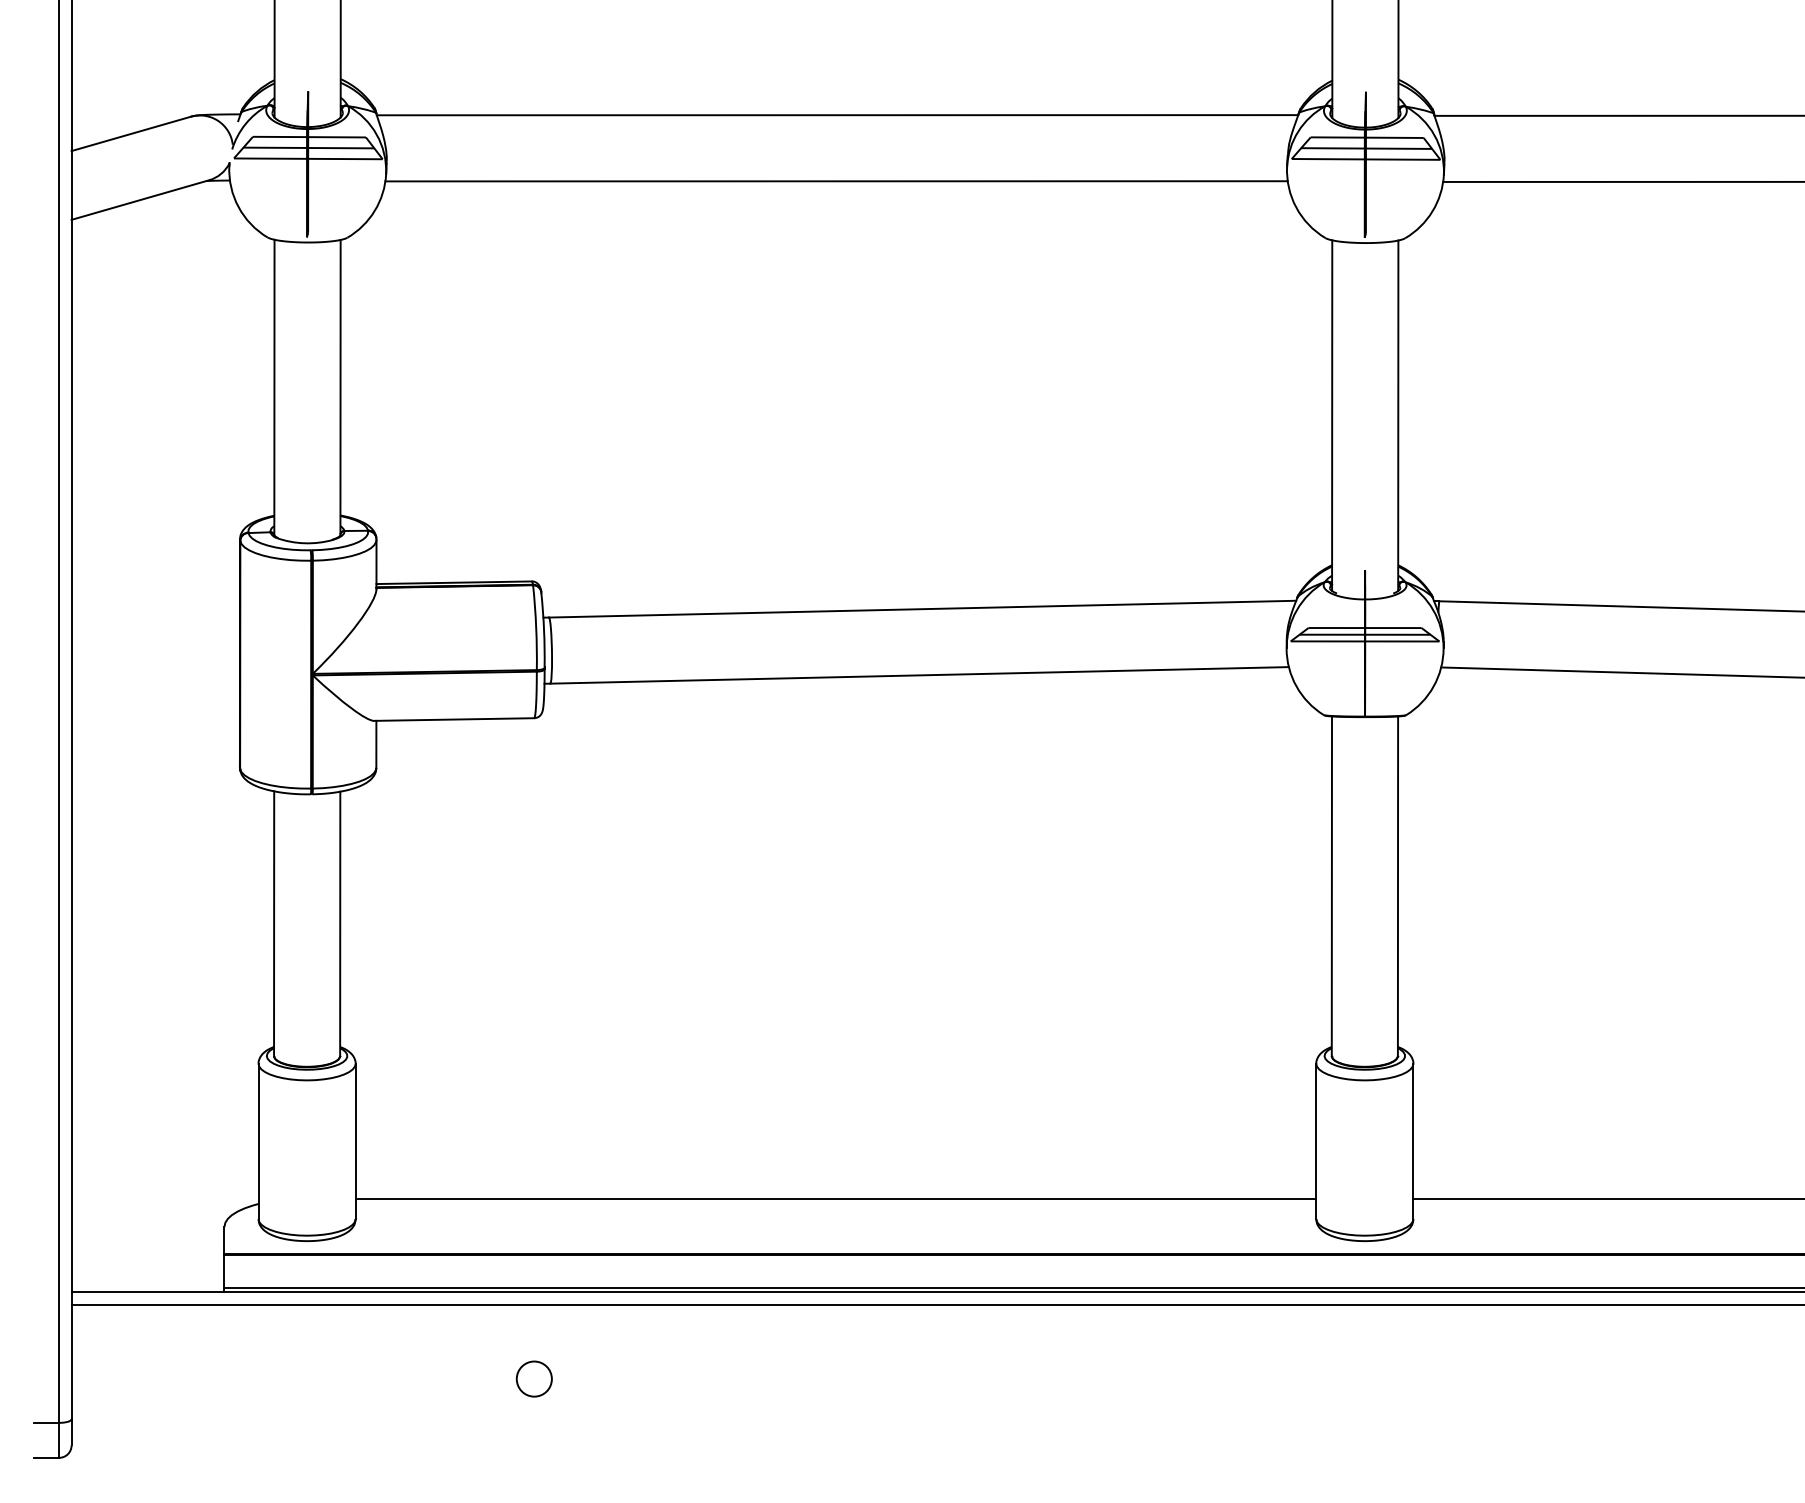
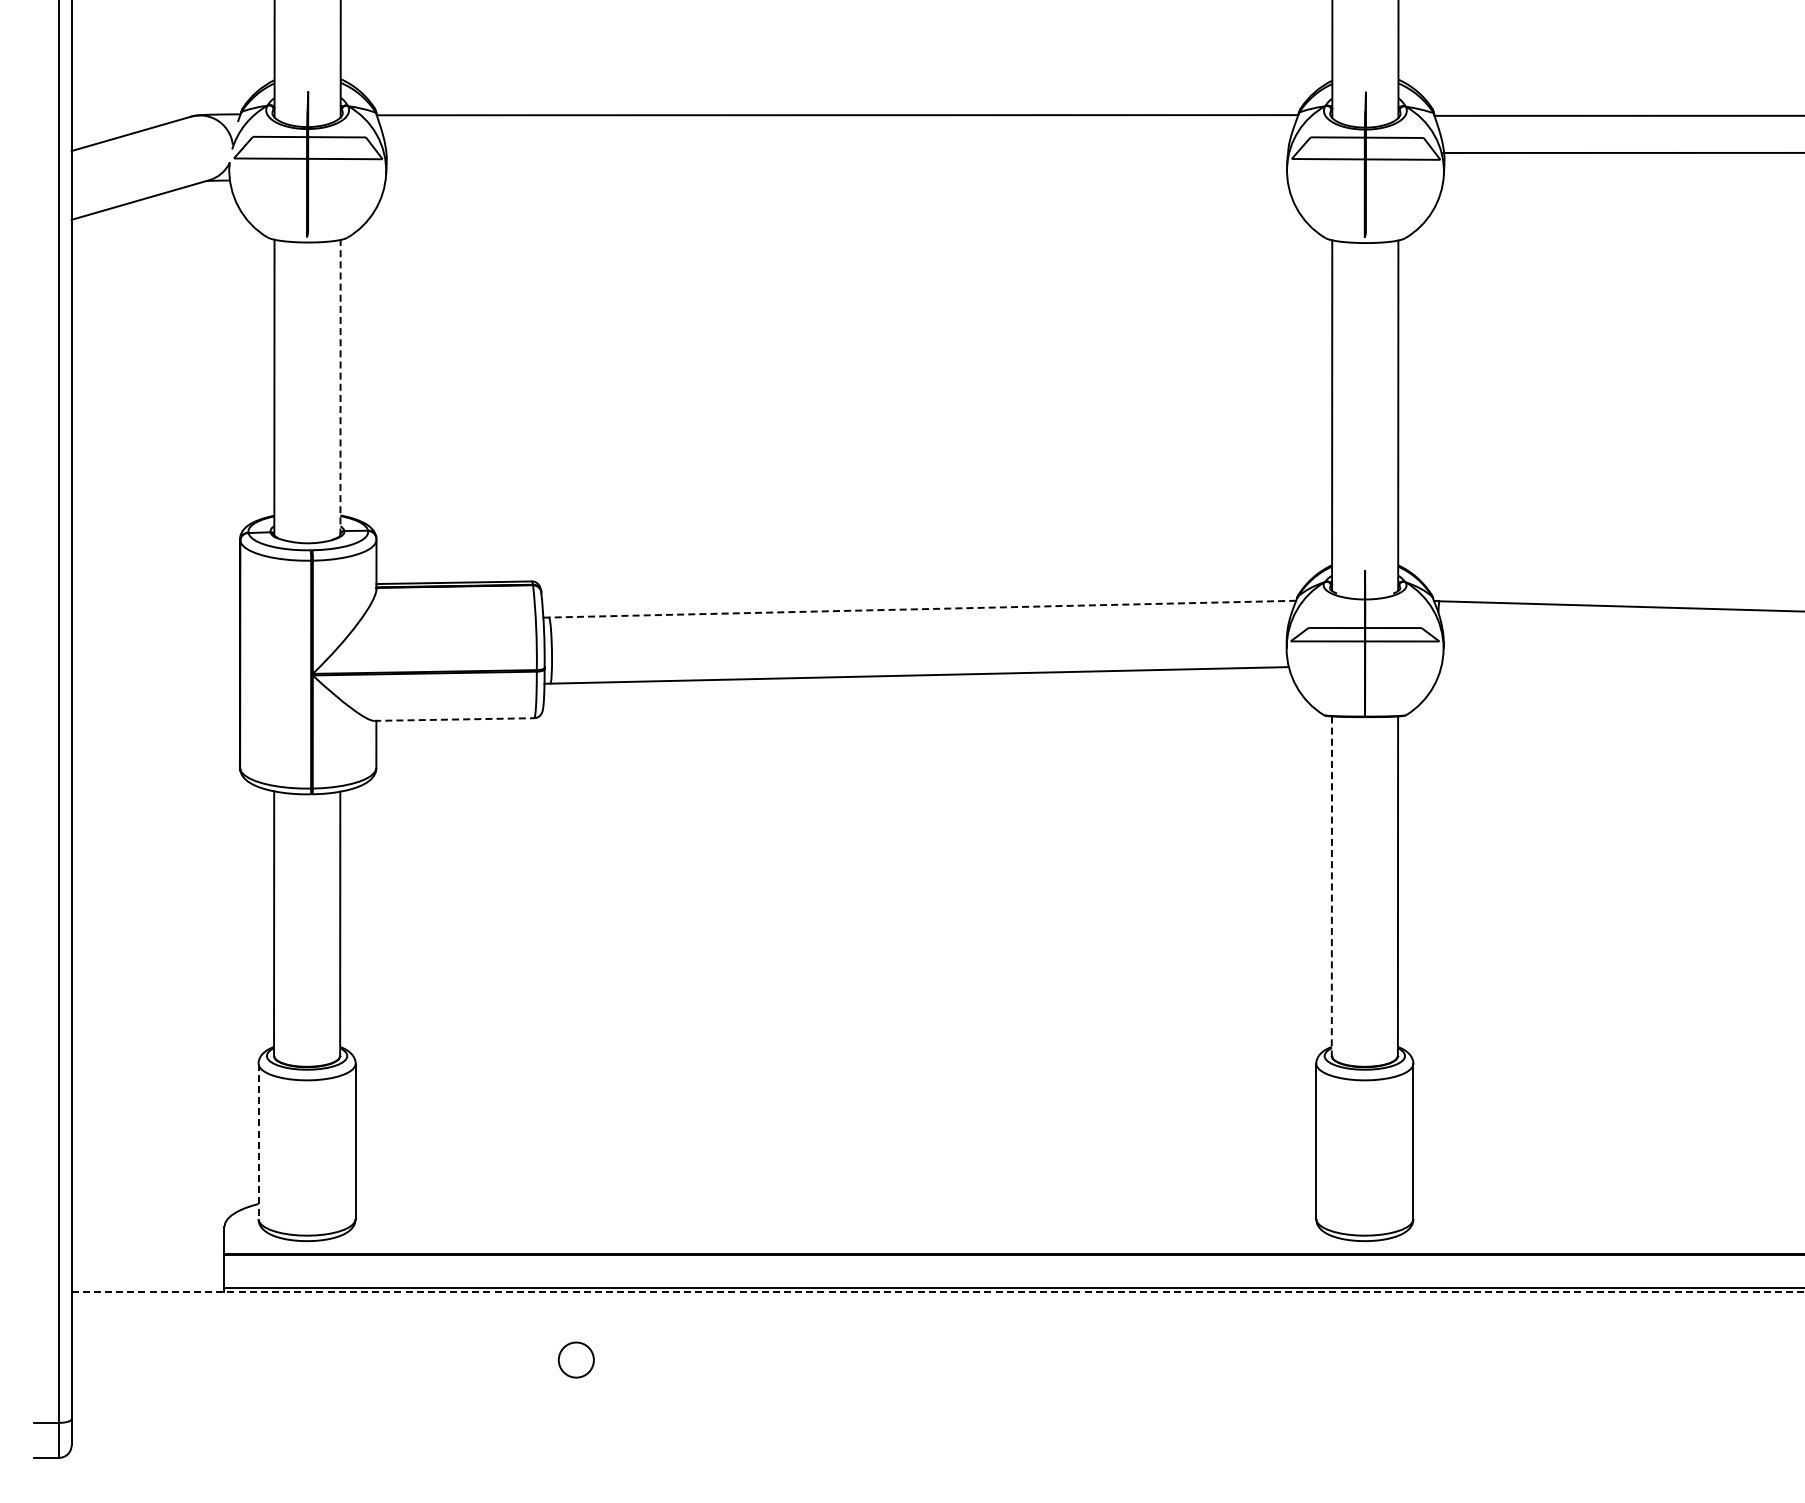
line at (308, 147): present -> none
line at (1366, 148): present -> none
line at (836, 181): present -> none
line at (1622, 181) position: (1622, 181) -> (1622, 152)
line at (340, 387): solid -> dashed
line at (922, 609): solid -> dashed
line at (1364, 634): present -> none
line at (1621, 672): present -> none
line at (454, 719): solid -> dashed
line at (1331, 886): solid -> dashed
line at (258, 1141): solid -> dashed
line at (835, 1198): present -> none
line at (1607, 1198): present -> none
line at (938, 1292): solid -> dashed
line at (936, 1304): present -> none
circle at (533, 1378) position: (533, 1378) -> (575, 1359)
